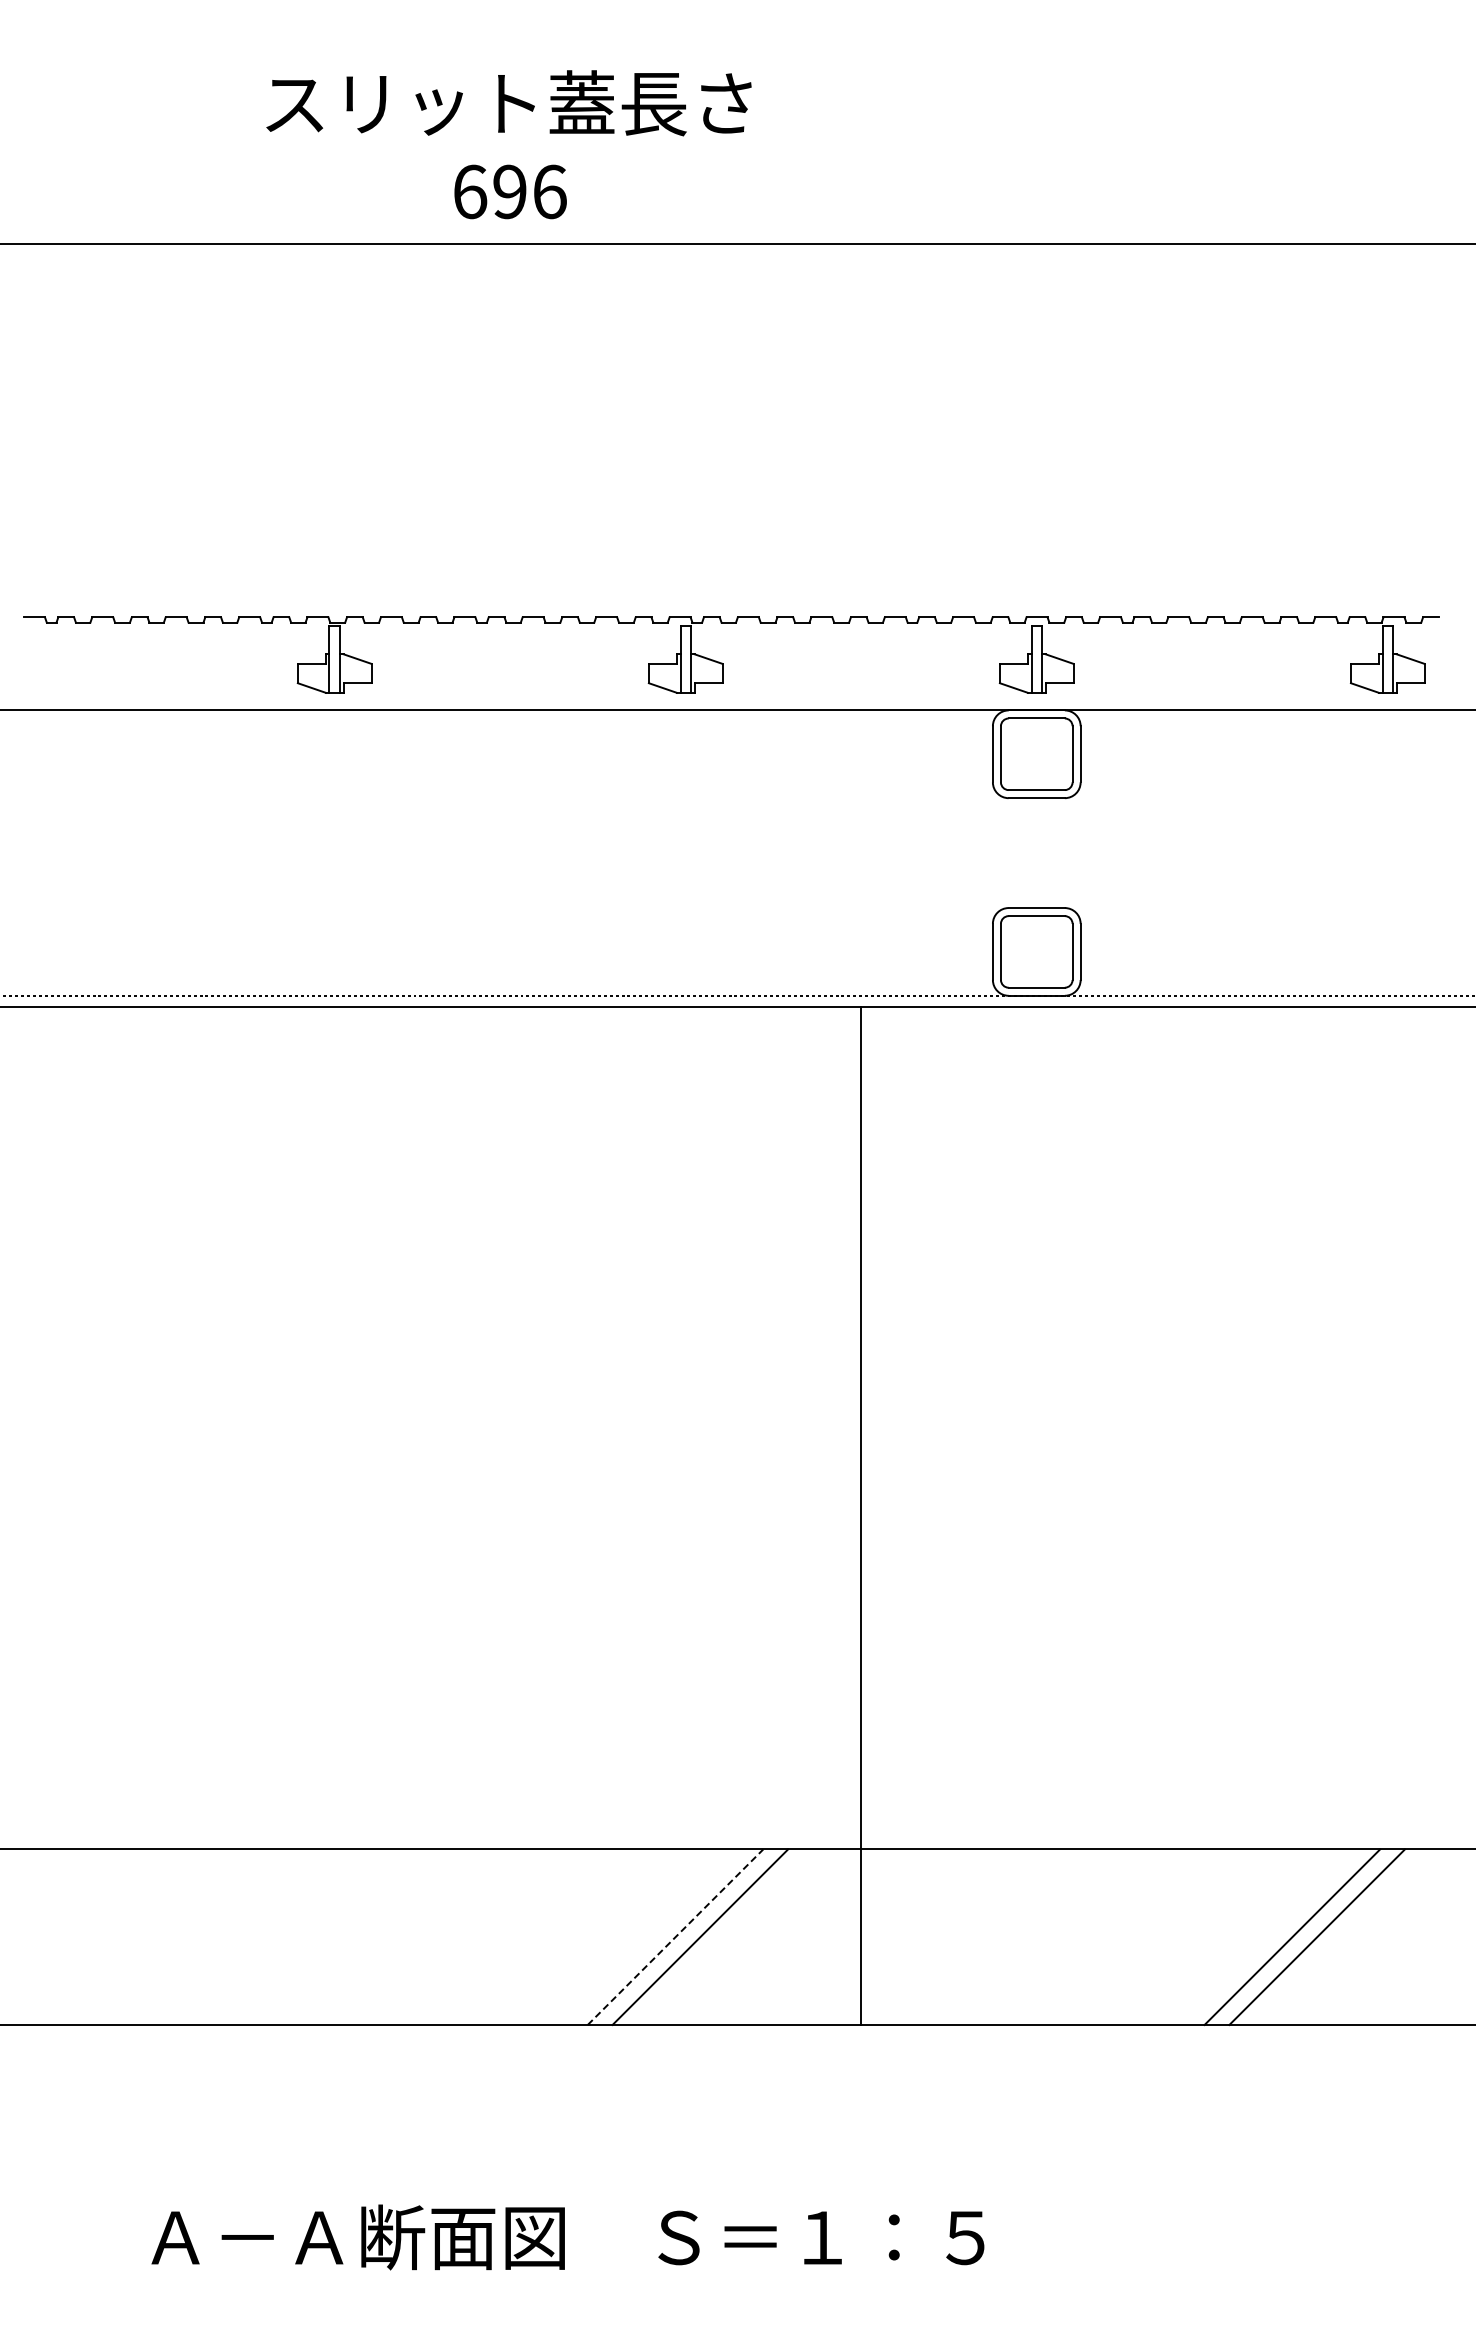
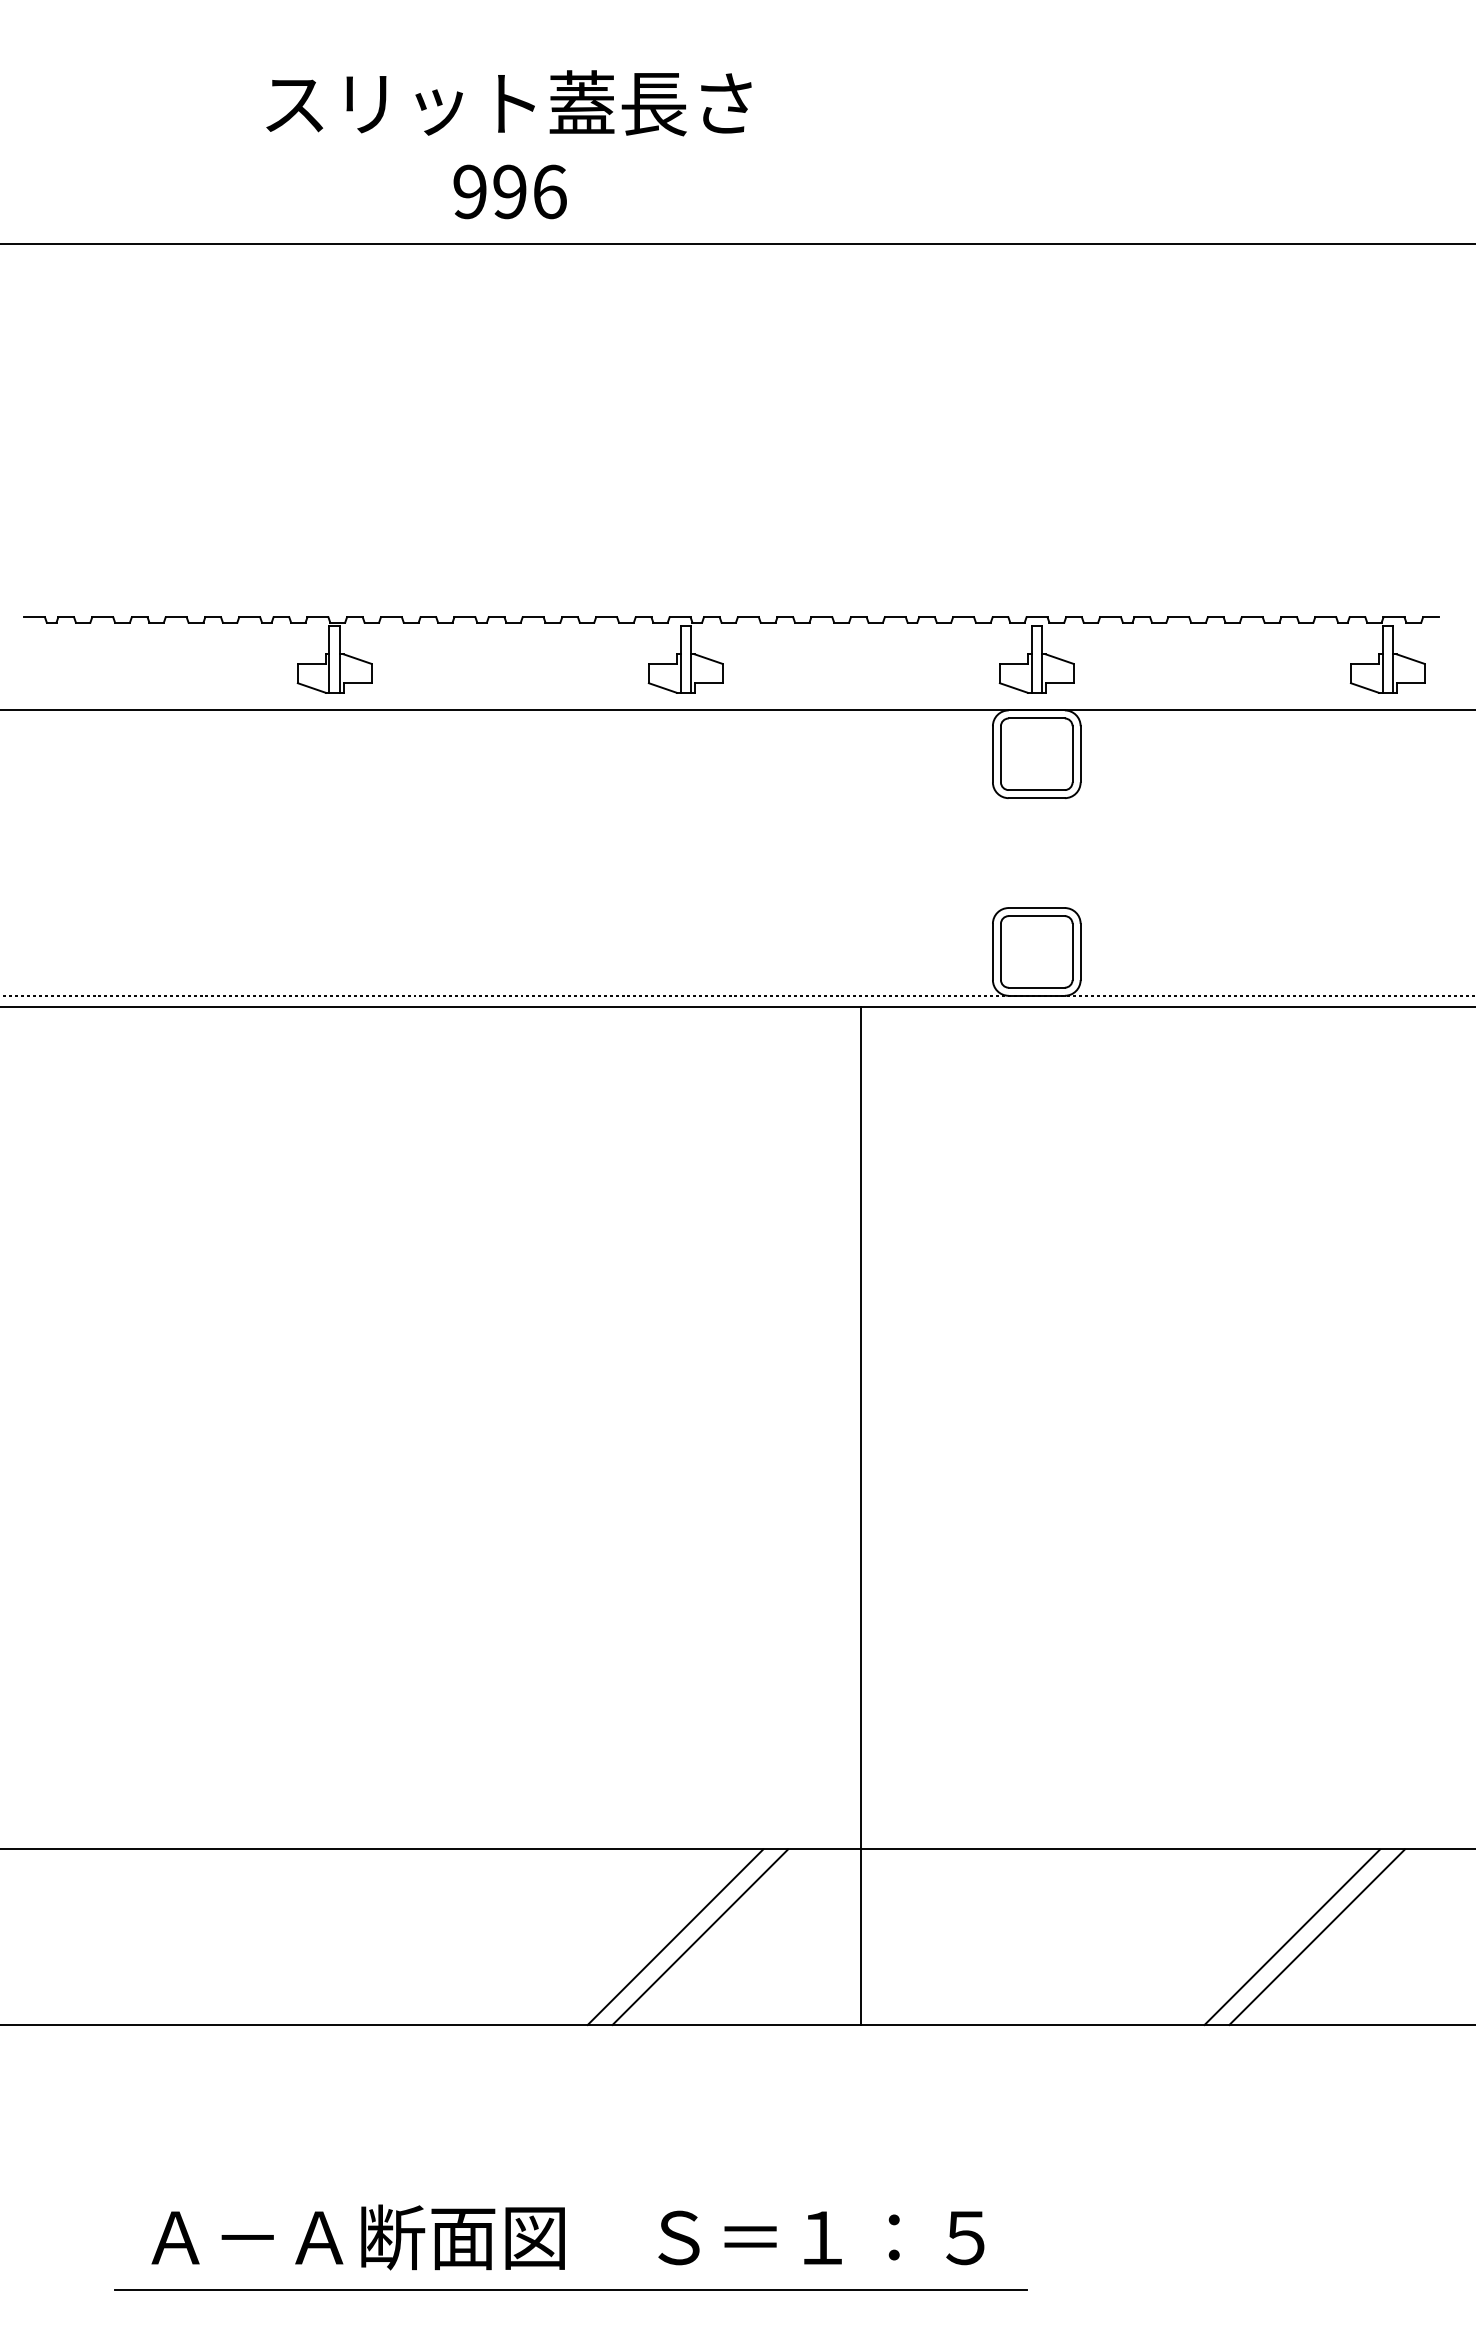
text at (470, 191): 696 -> 996
line at (675, 1936): dashed -> solid
line at (570, 2290): none -> present
